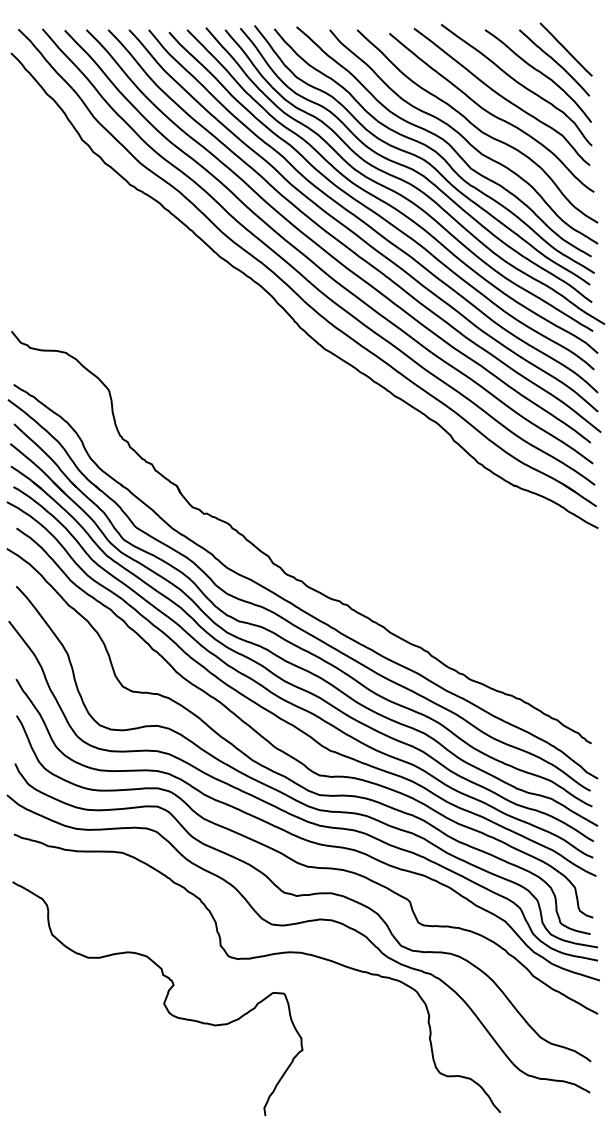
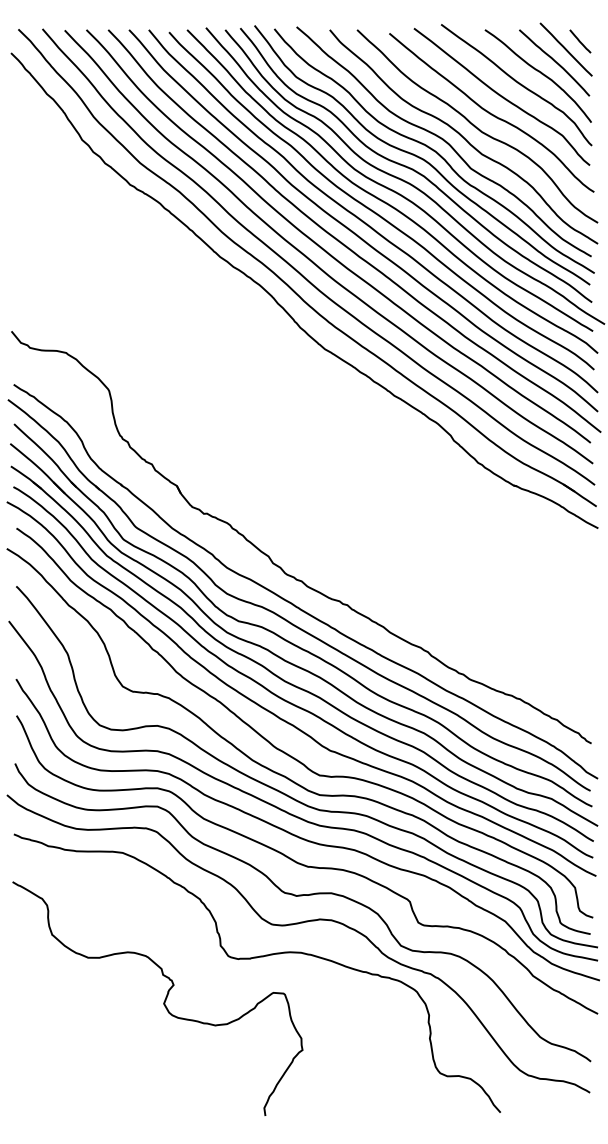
line at (580, 41): none -> present
